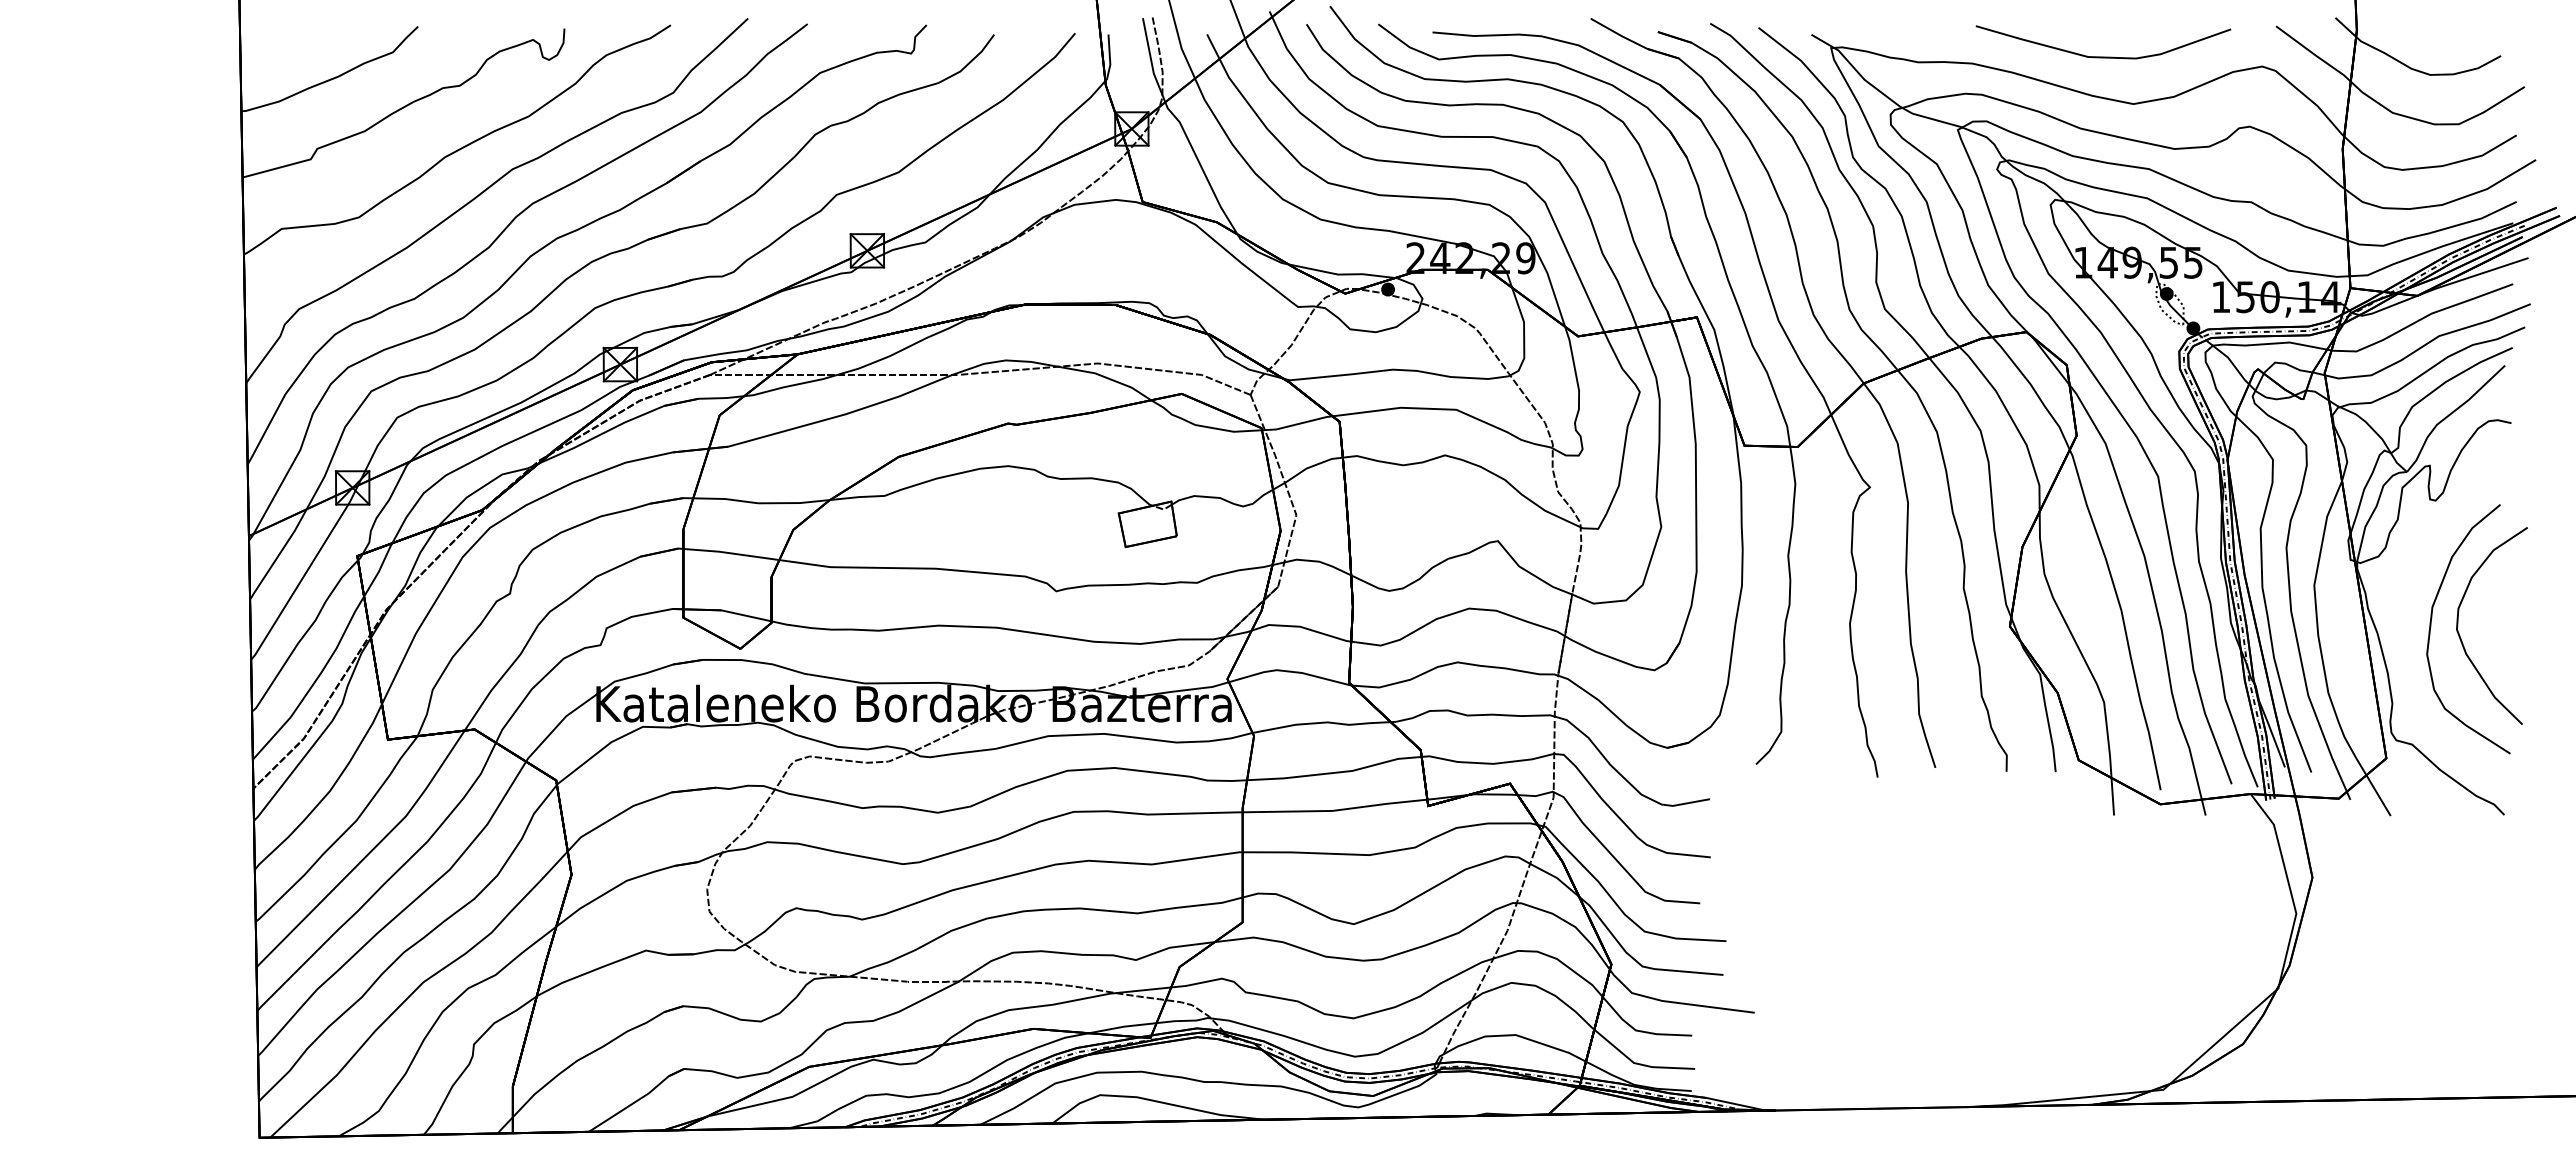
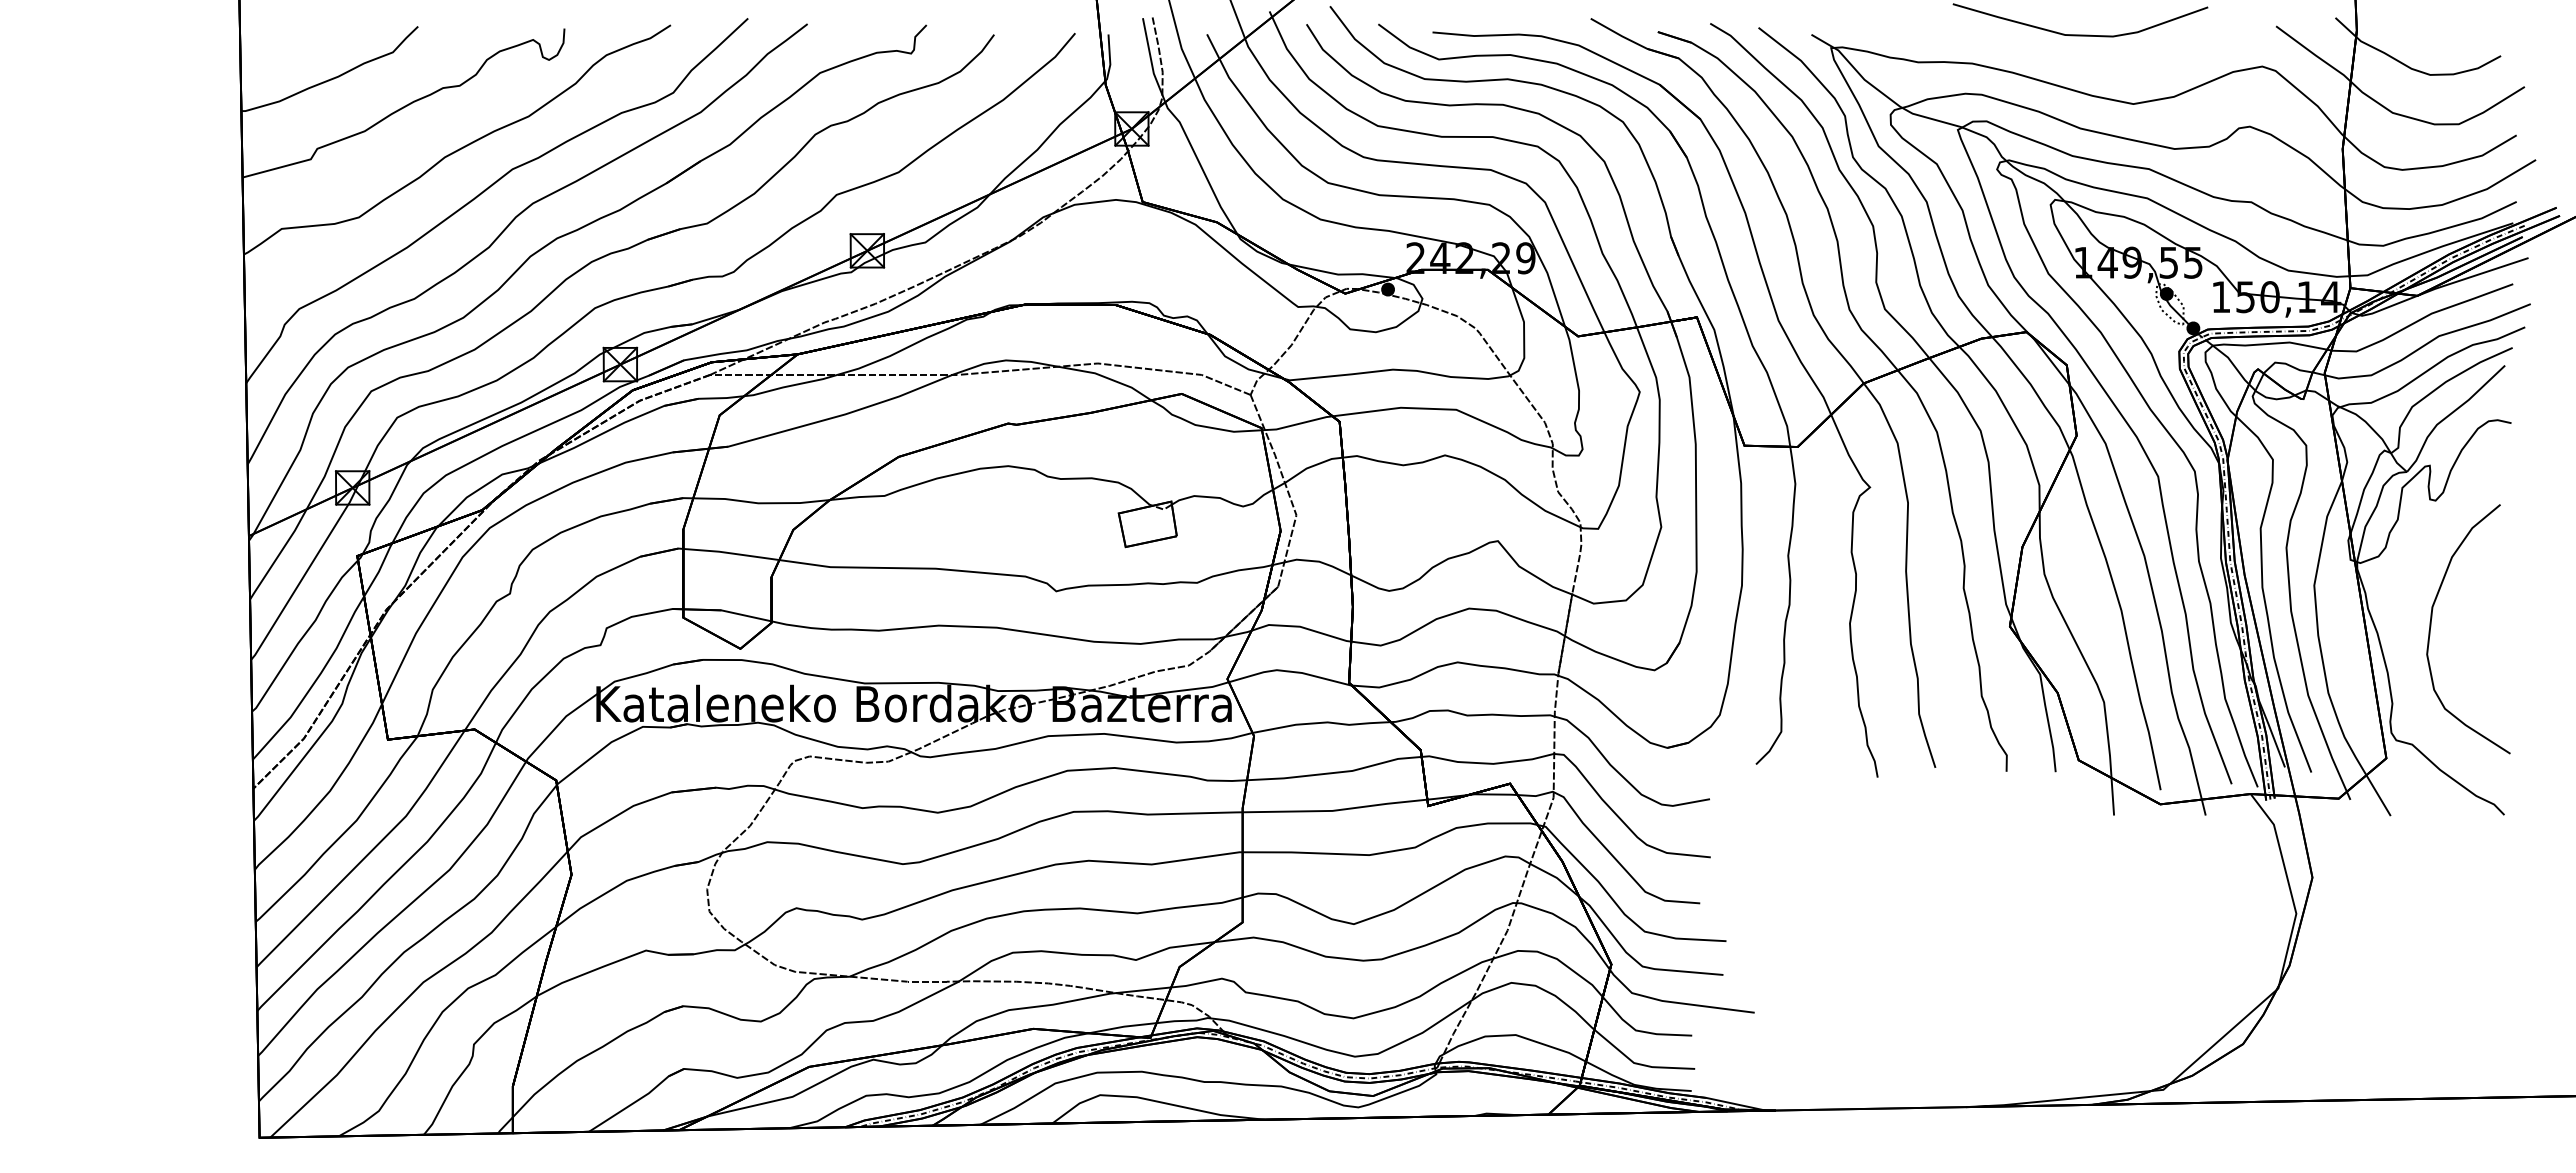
curve at (2103, 56) position: (2103, 56) -> (2080, 34)
curve at (2460, 635): present -> none
